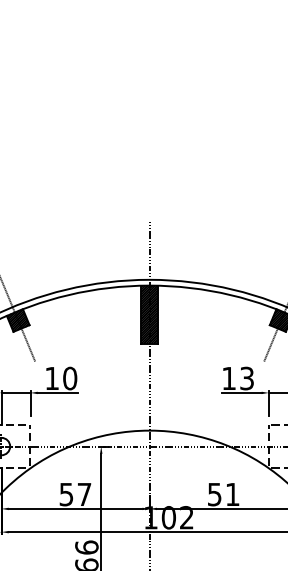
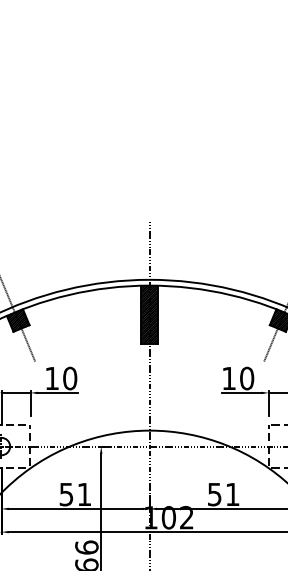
text at (247, 378): 13 -> 10
text at (84, 494): 57 -> 51
